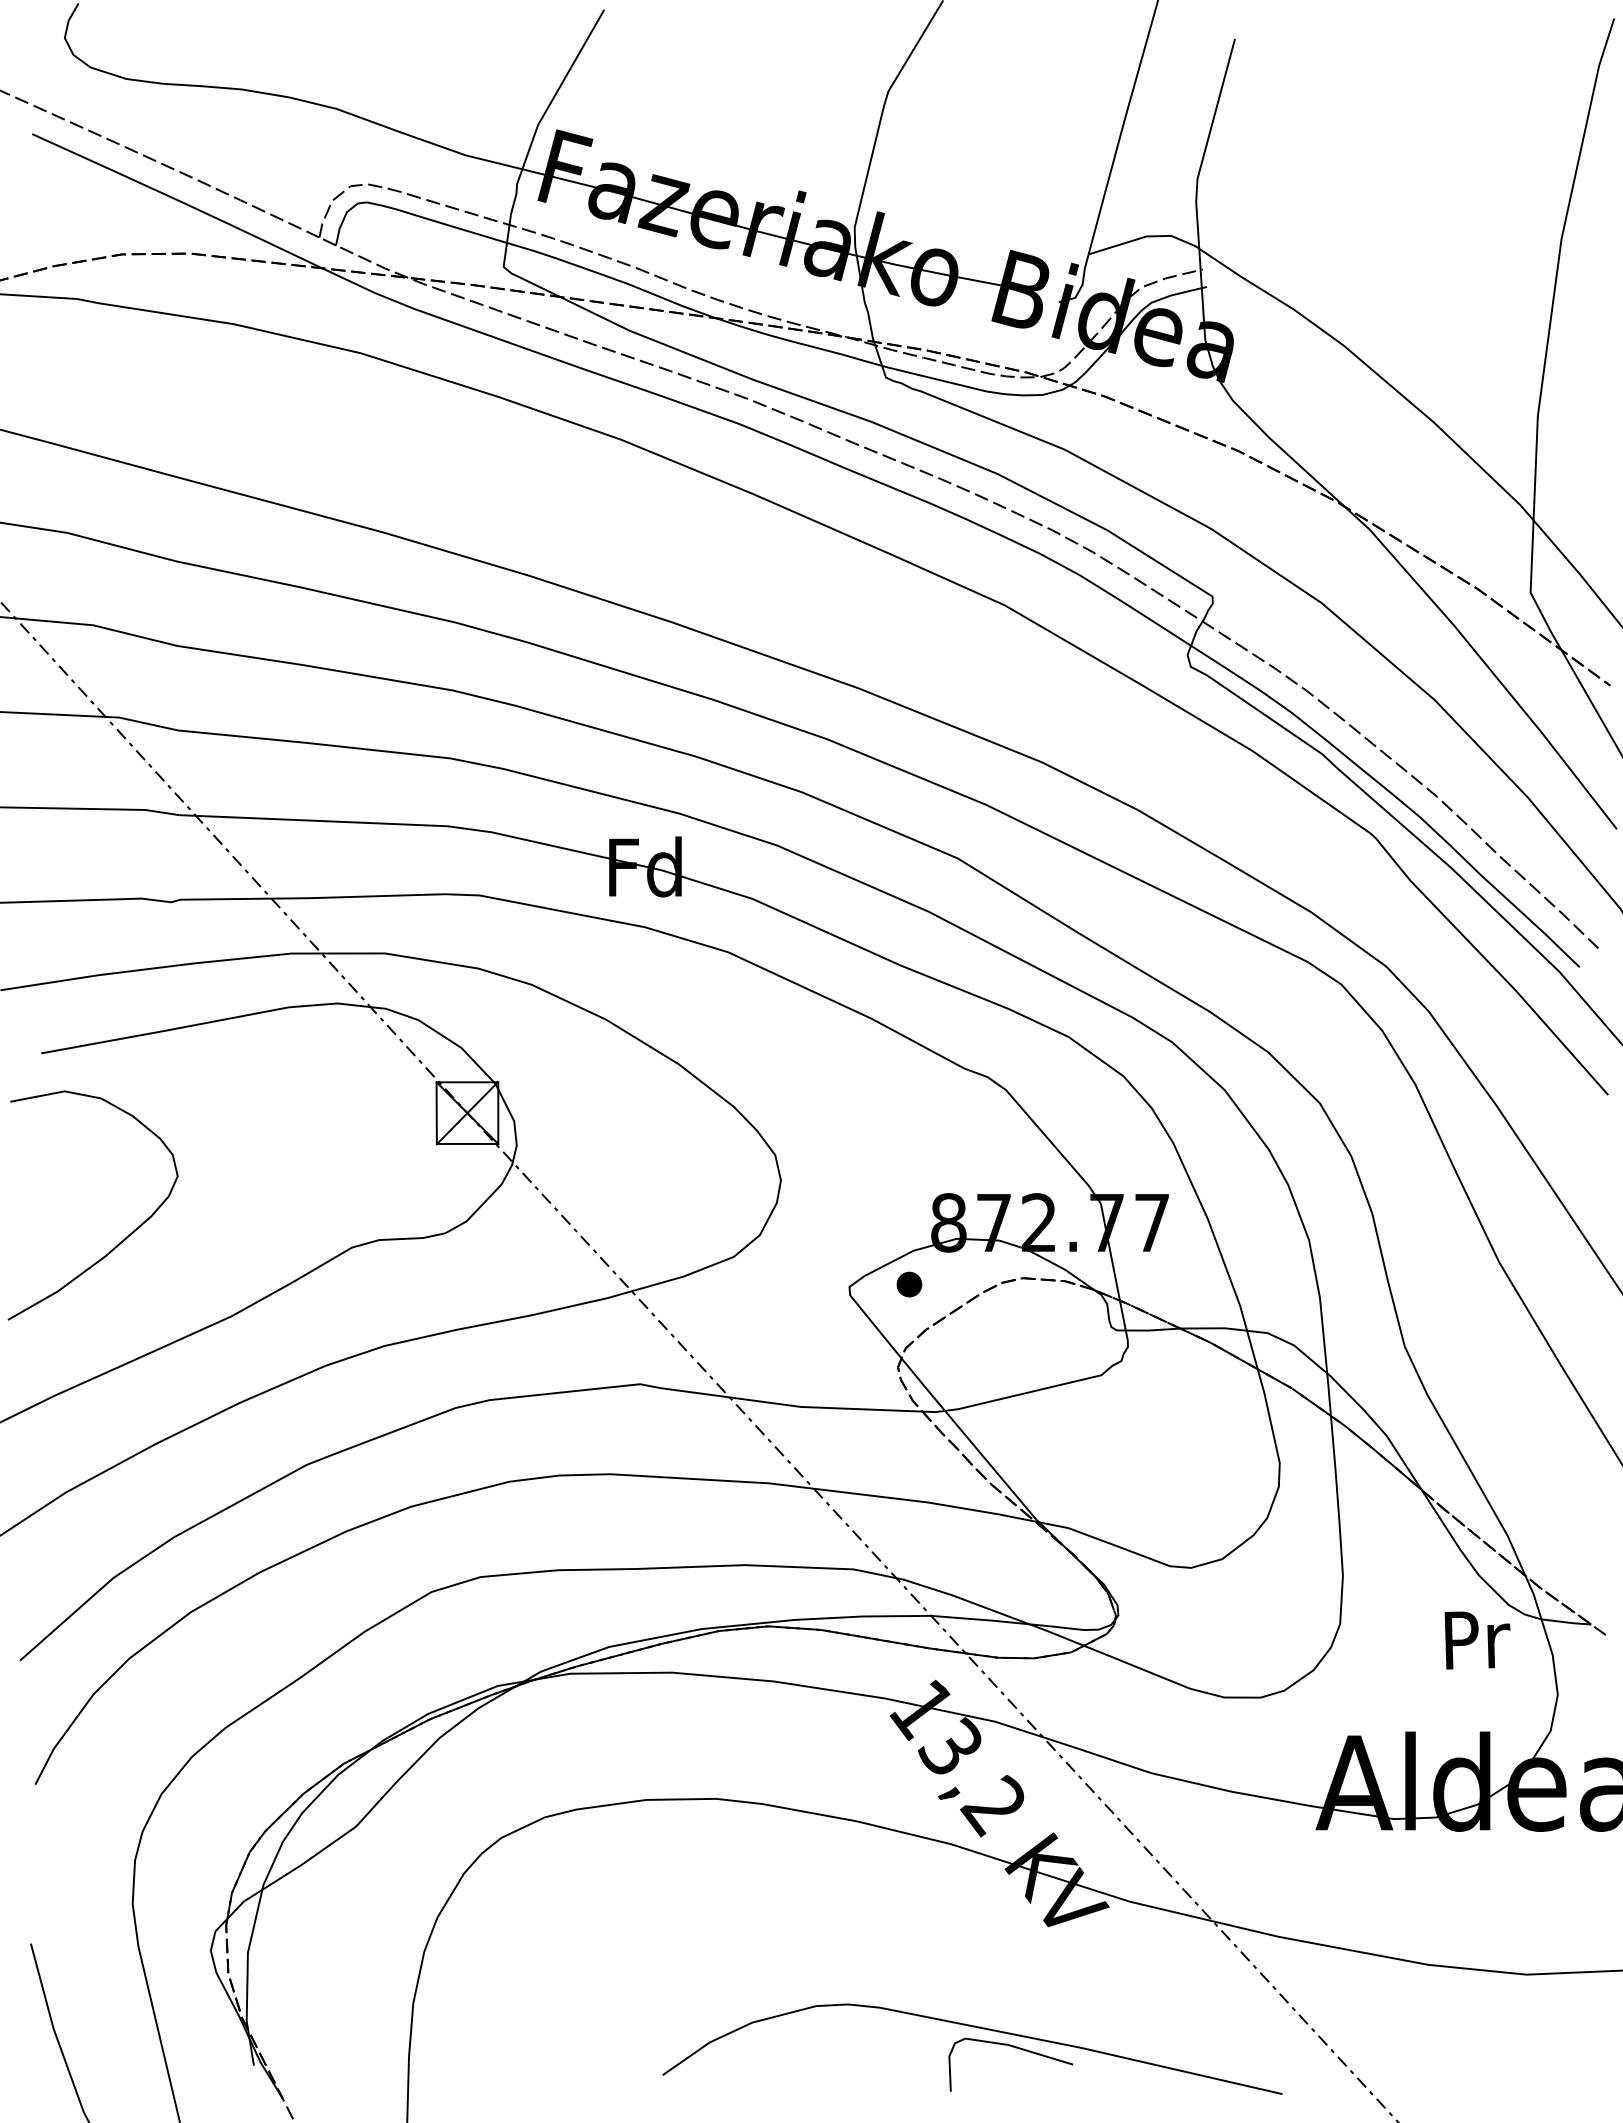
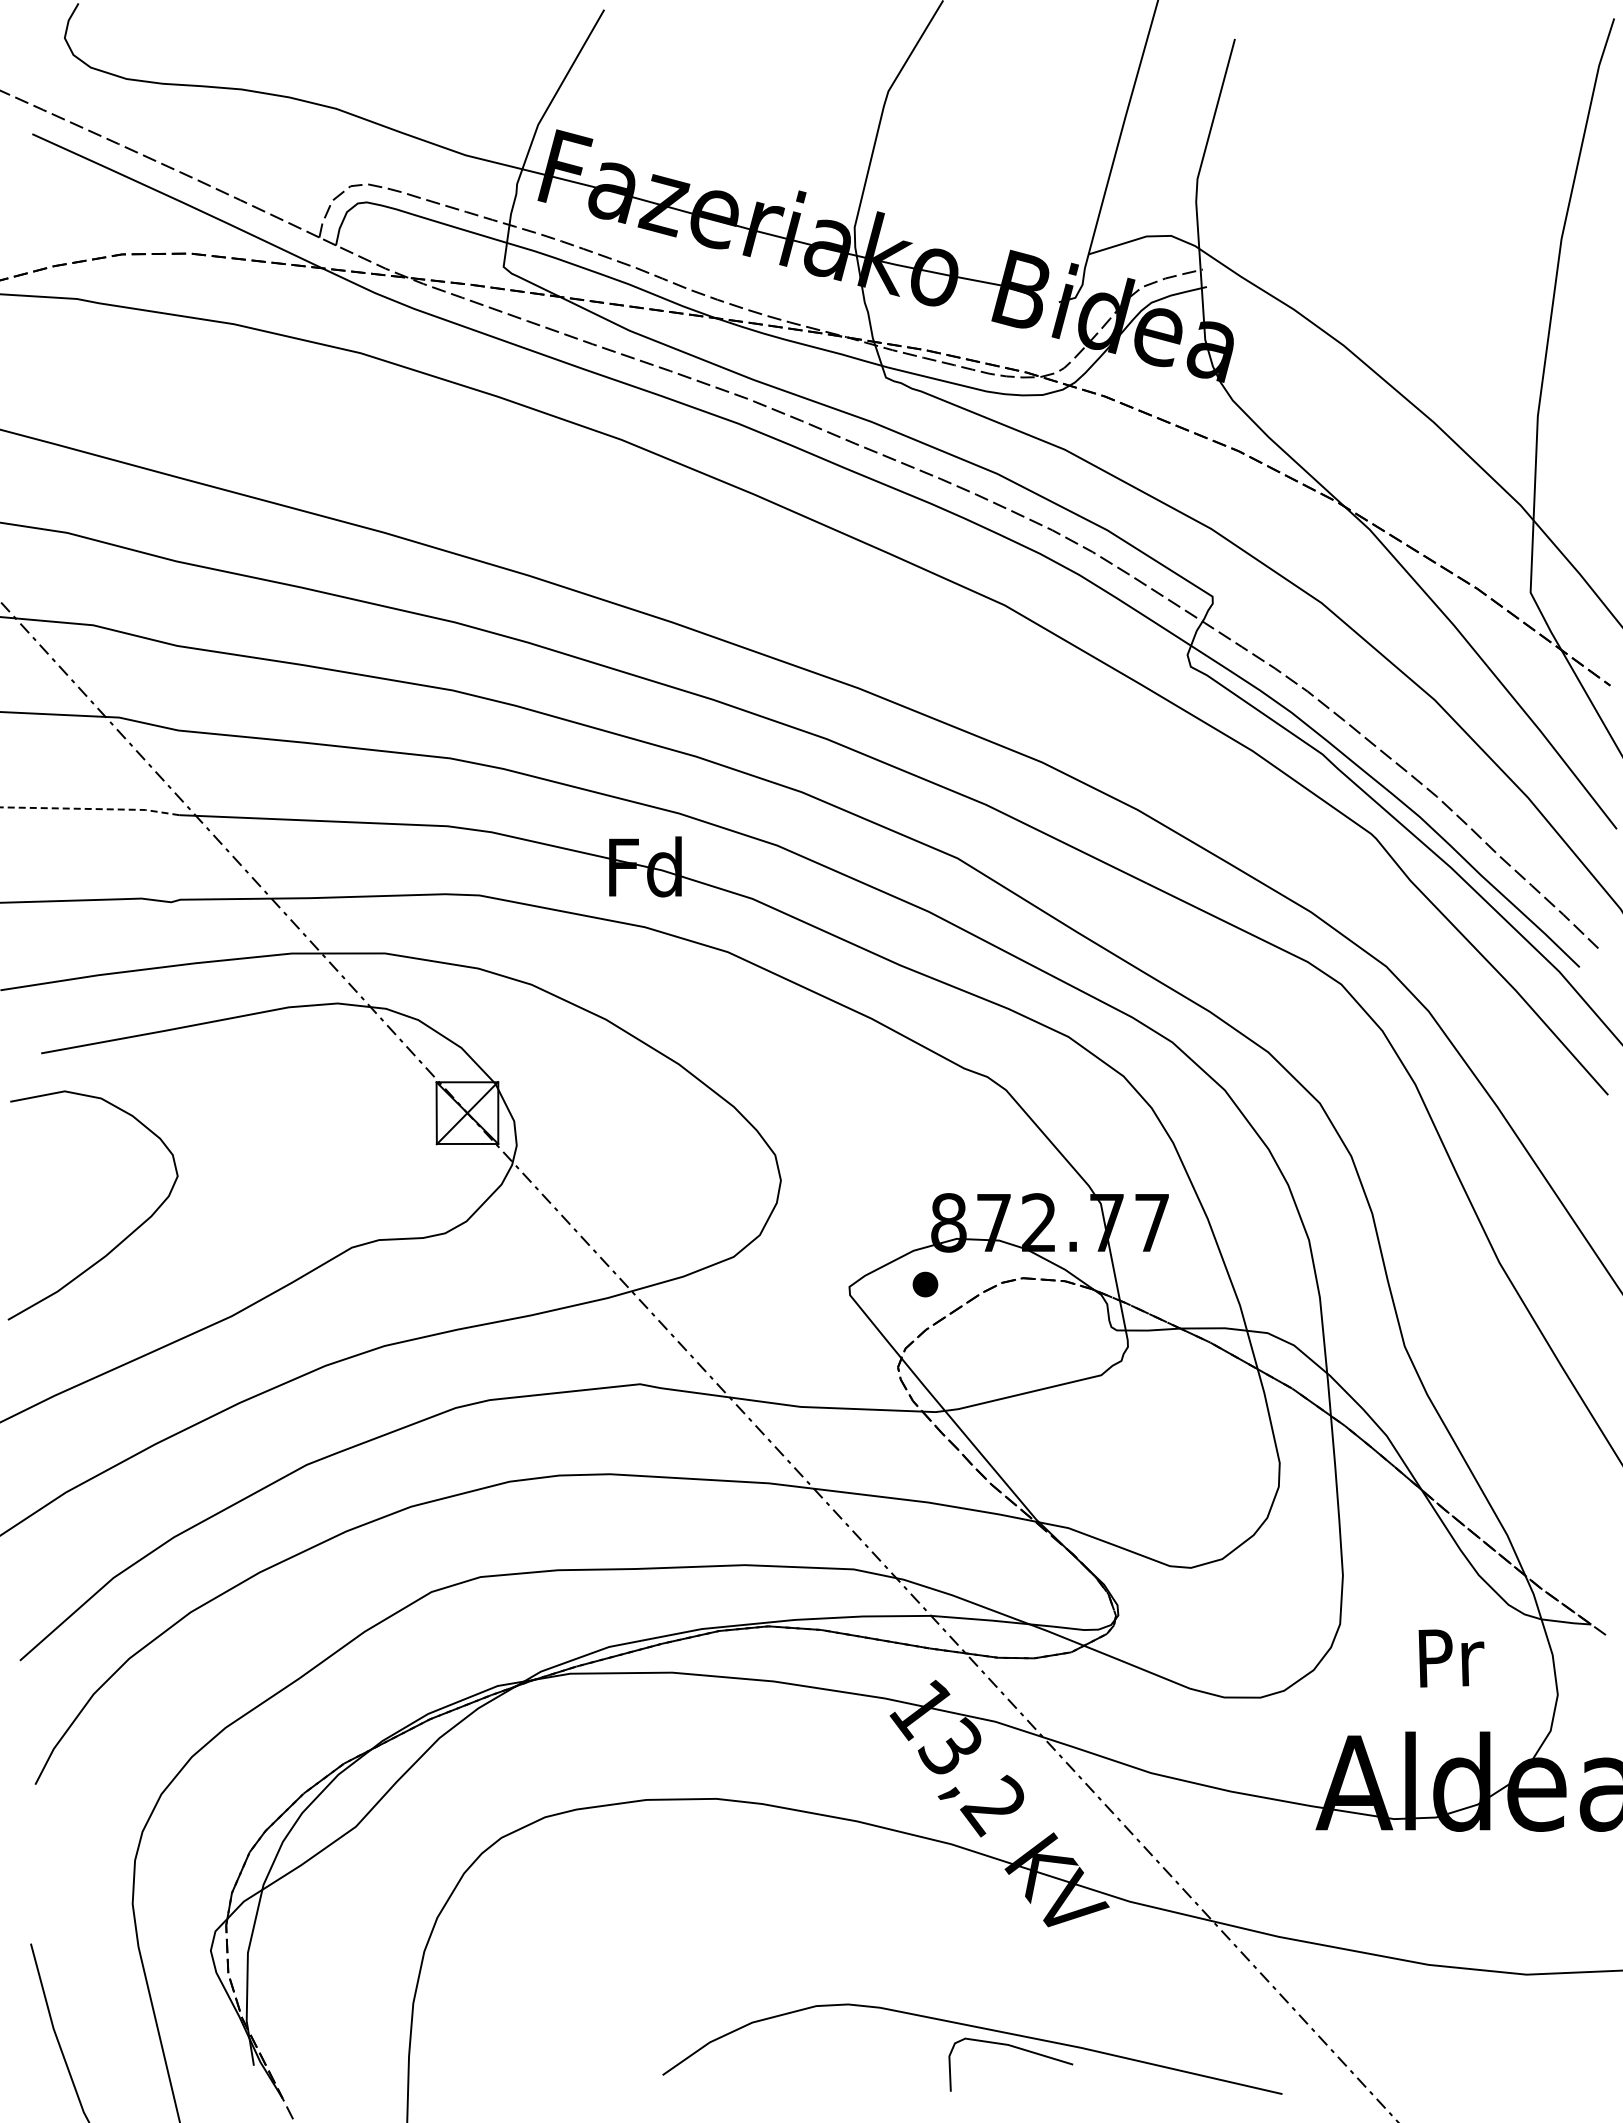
line at (90, 808): solid -> dashed
part at (909, 1284) position: (909, 1284) -> (925, 1284)
text at (1477, 1640) position: (1477, 1640) -> (1451, 1658)
